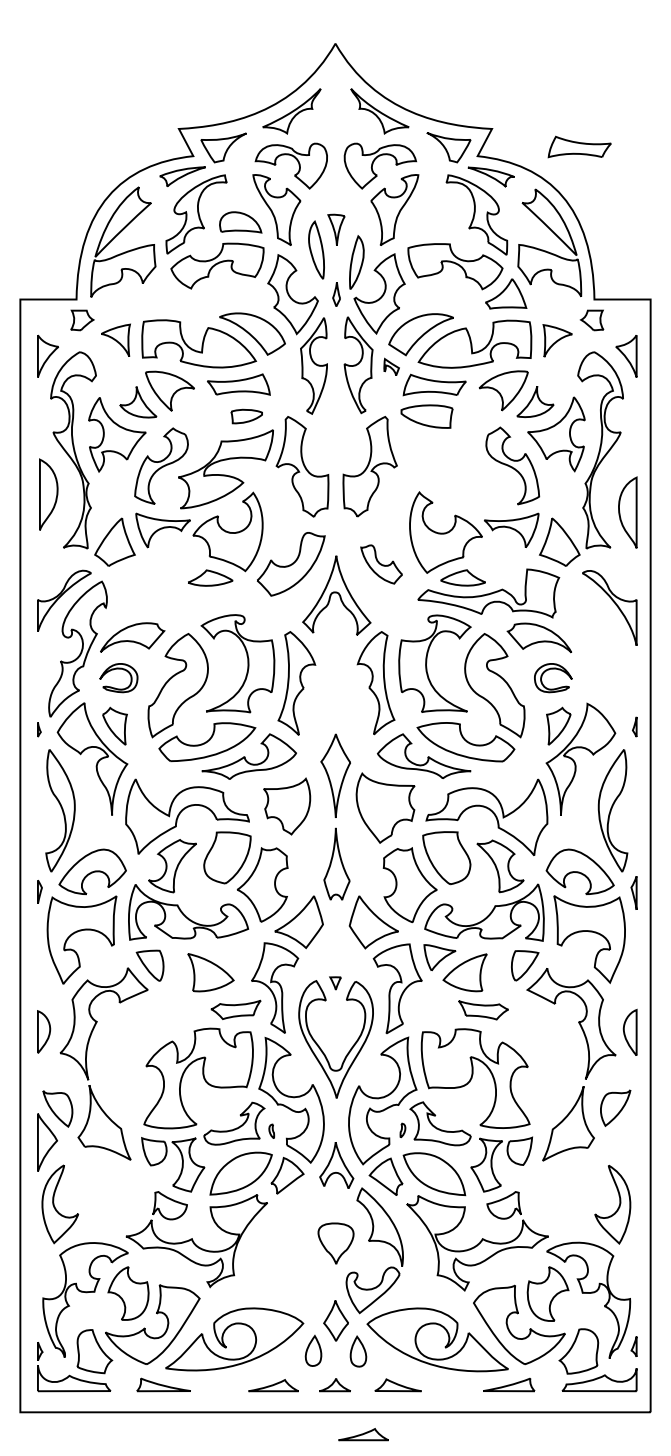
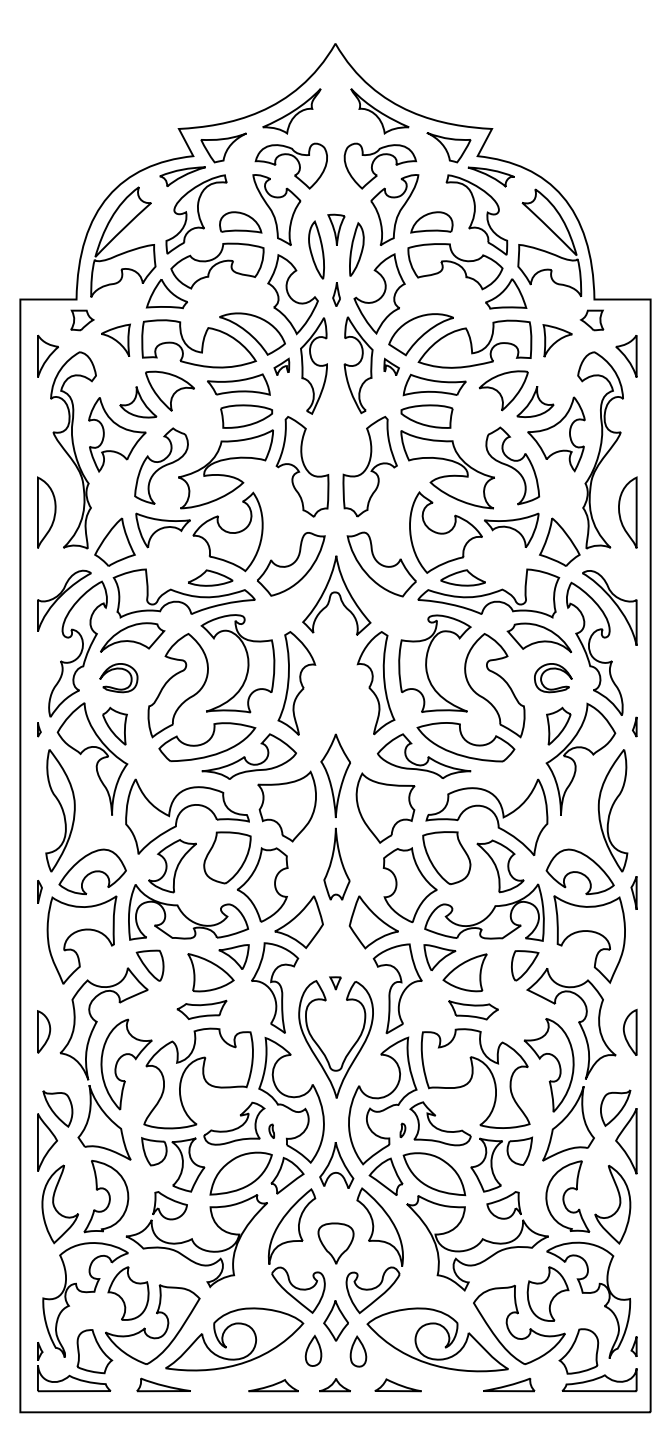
part at (579, 146): present -> none
part at (431, 222): none -> present
part at (356, 262) position: (356, 262) -> (356, 249)
part at (166, 294): none -> present
part at (281, 366): none -> present
part at (246, 416) size: 33x17 px -> 54x25 px
part at (447, 469): none -> present
part at (48, 494) position: (48, 494) -> (46, 512)
part at (381, 564) size: 43x41 px -> 71x67 px
part at (183, 593): none -> present
part at (594, 648): none -> present
part at (287, 806) size: 49x59 px -> 60x73 px
part at (233, 956): none -> present
part at (235, 1009) position: (235, 1009) -> (201, 1009)
part at (483, 1010) position: (483, 1010) -> (473, 1010)
part at (120, 1059): none -> present
part at (555, 1059): none -> present
part at (626, 1141): none -> present
part at (106, 1196): none -> present
part at (567, 1196): none -> present
part at (292, 1242): none -> present
part at (363, 1434): present -> none
